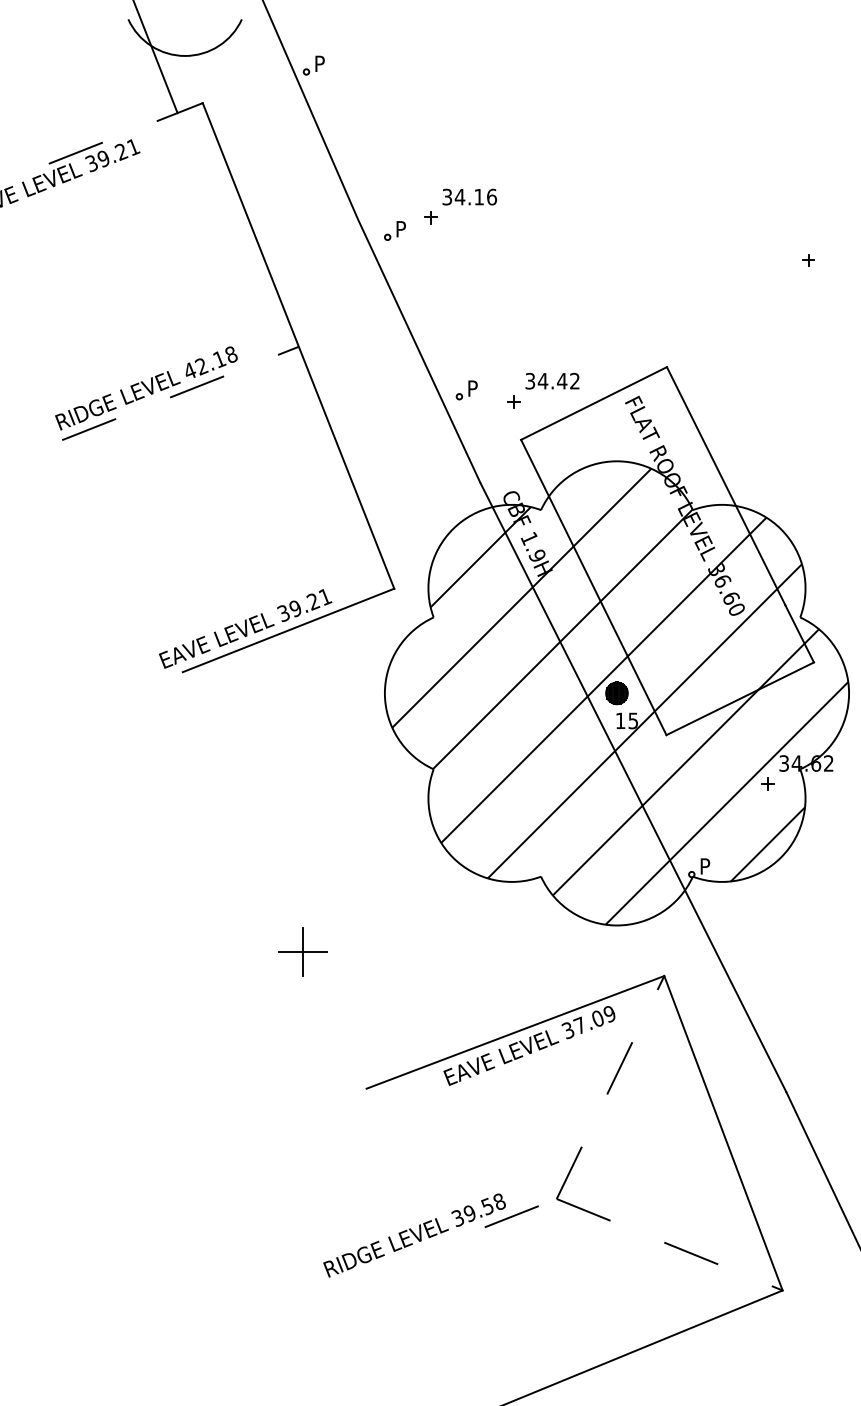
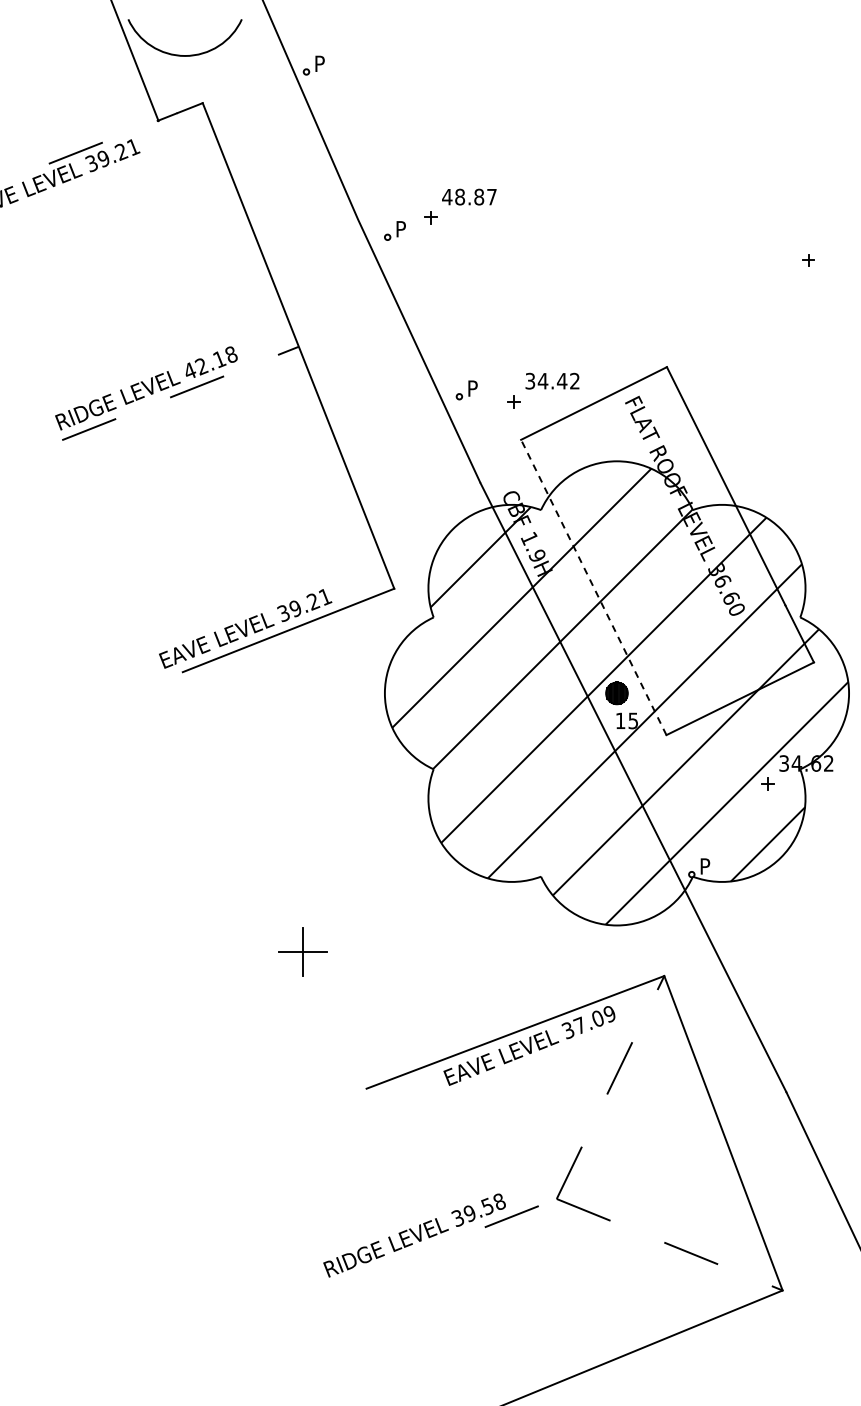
line at (155, 57) position: (155, 57) -> (135, 61)
text at (469, 196): 34.16 -> 48.87
line at (593, 587): solid -> dashed
